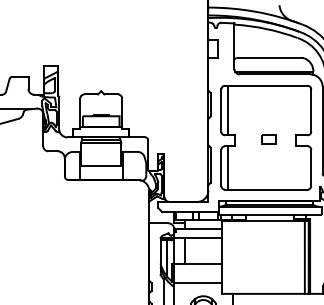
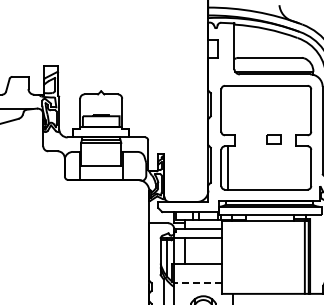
line at (227, 110): present -> none
part at (268, 139) position: (268, 139) -> (273, 139)
line at (198, 282): solid -> dashed
